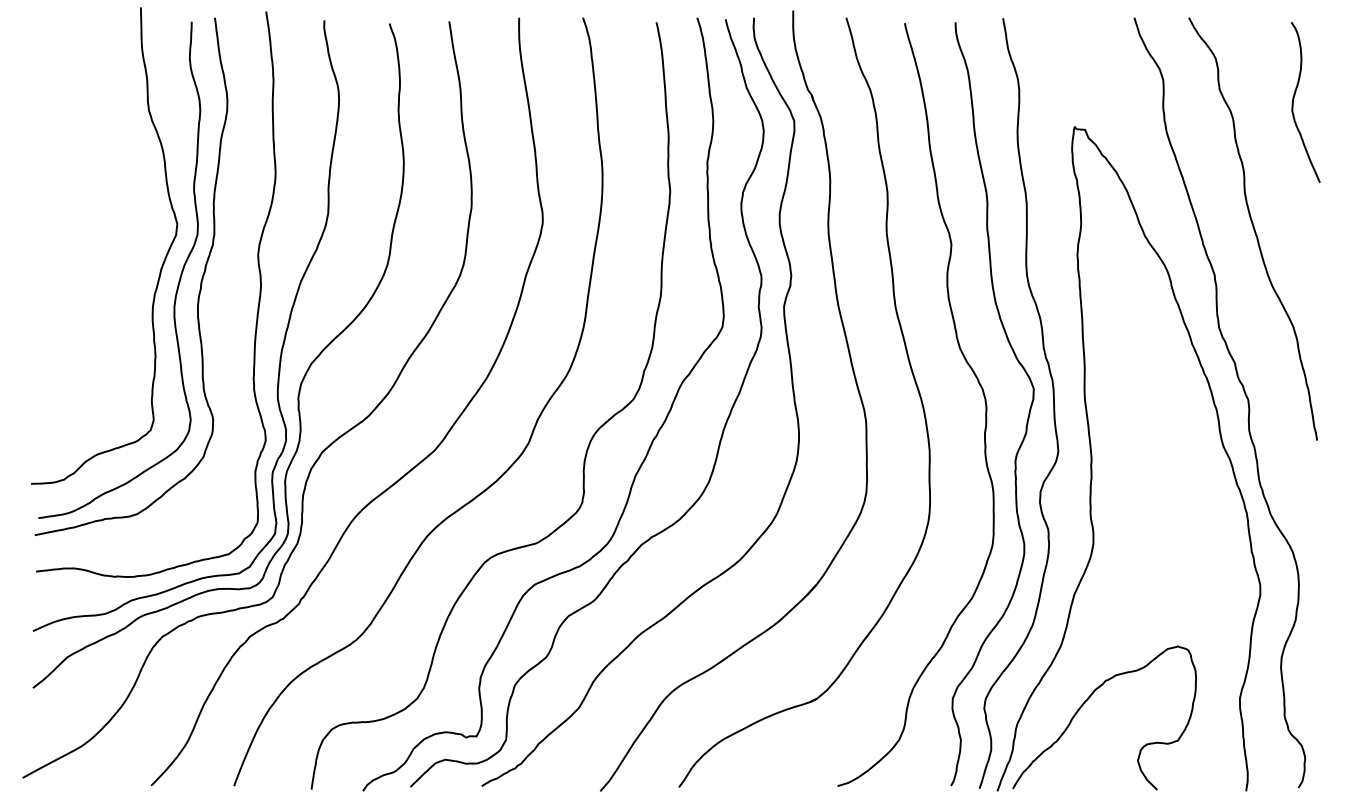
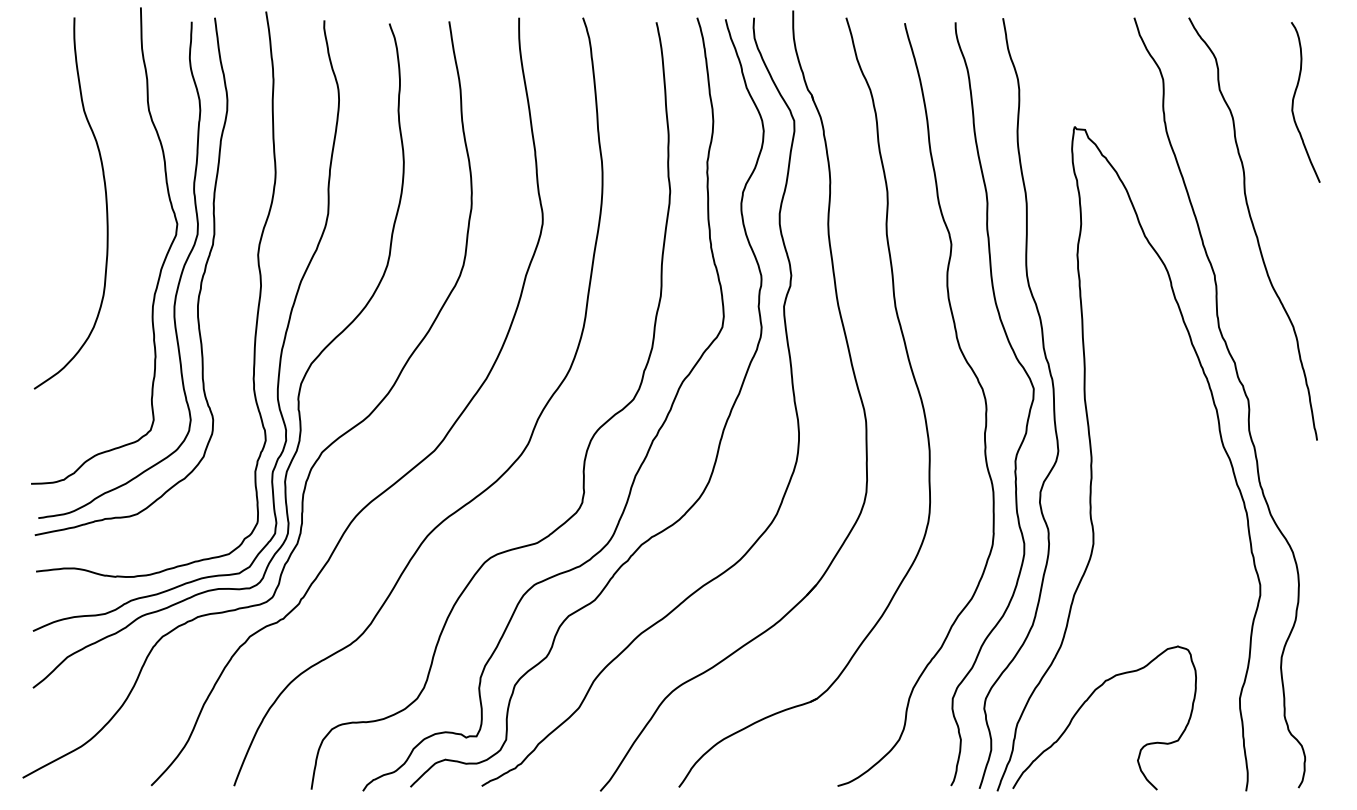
curve at (105, 203): none -> present
